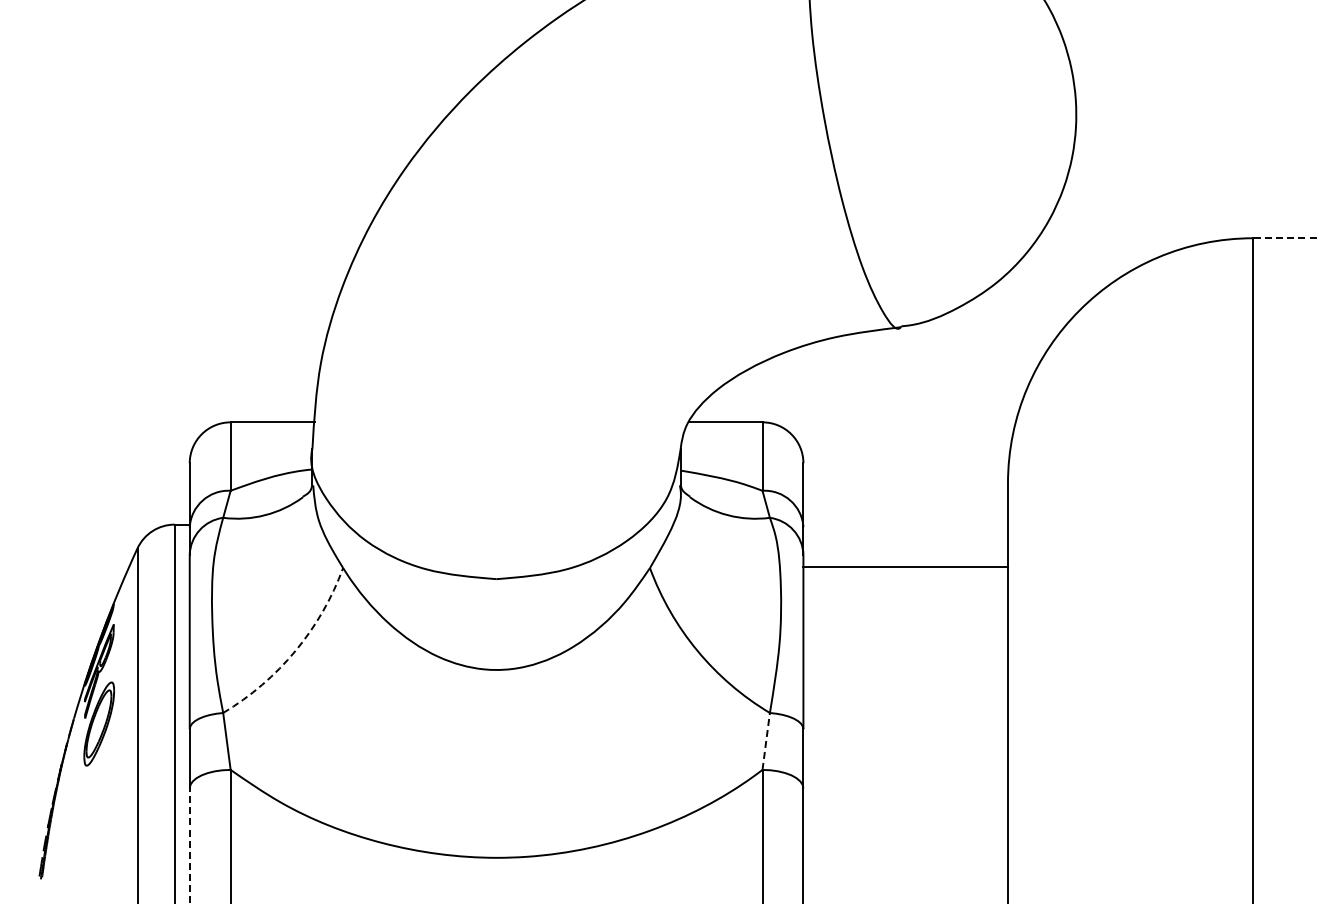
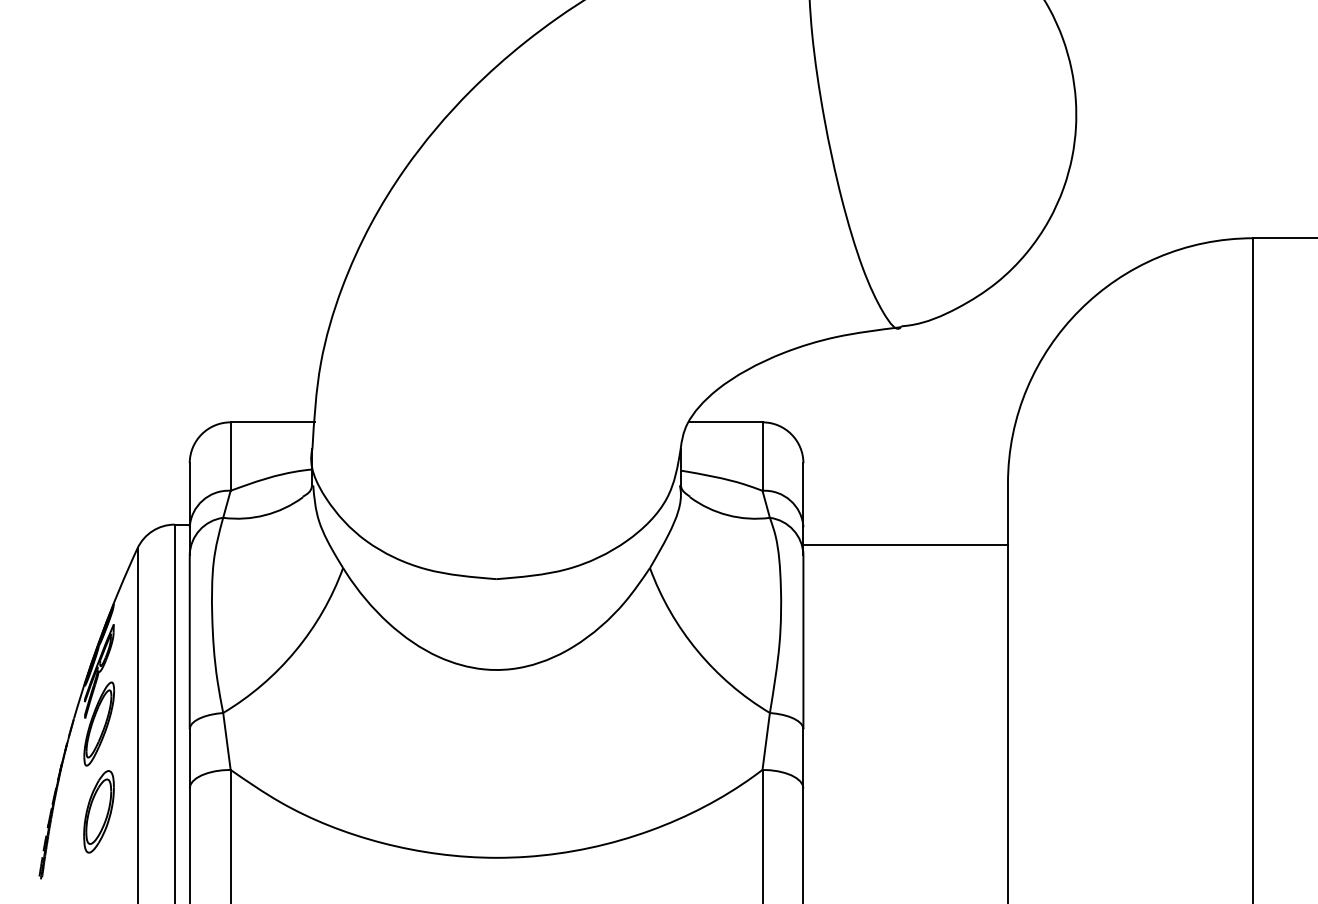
line at (1285, 238): dashed -> solid
line at (905, 567) position: (905, 567) -> (905, 545)
arc at (295, 650): dashed -> solid
line at (766, 741): dashed -> solid
part at (98, 811): none -> present
line at (189, 845): dashed -> solid
